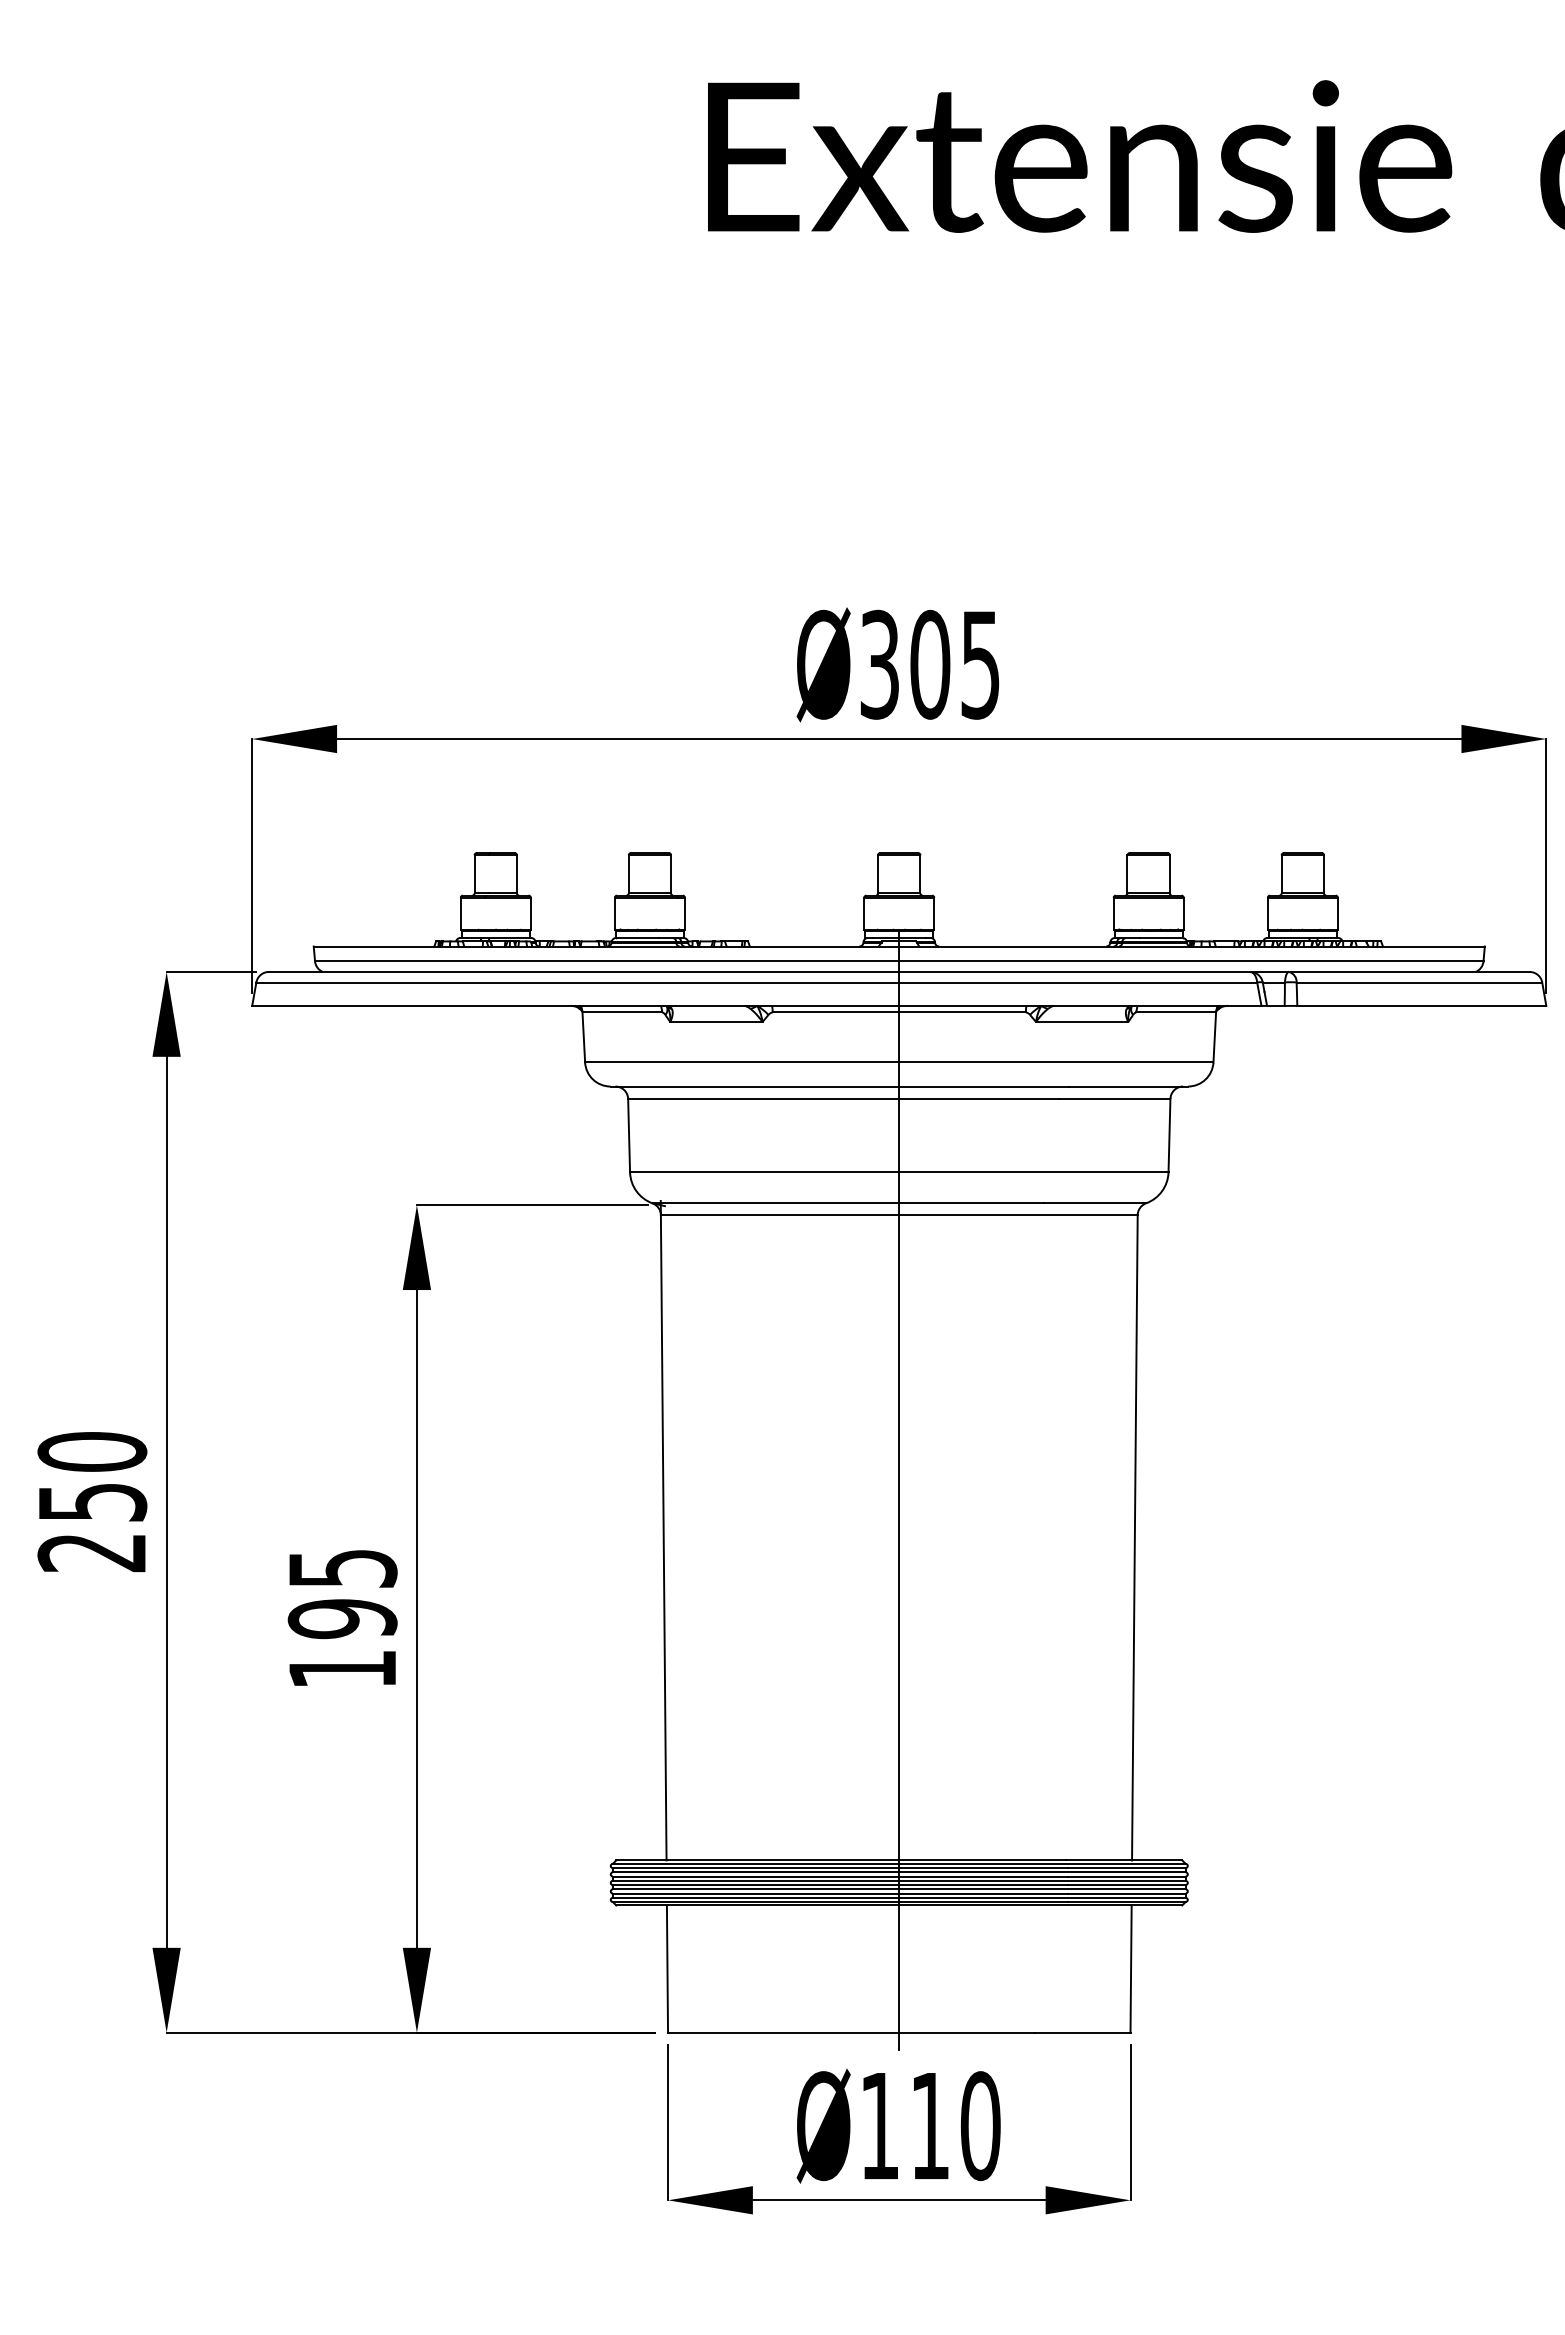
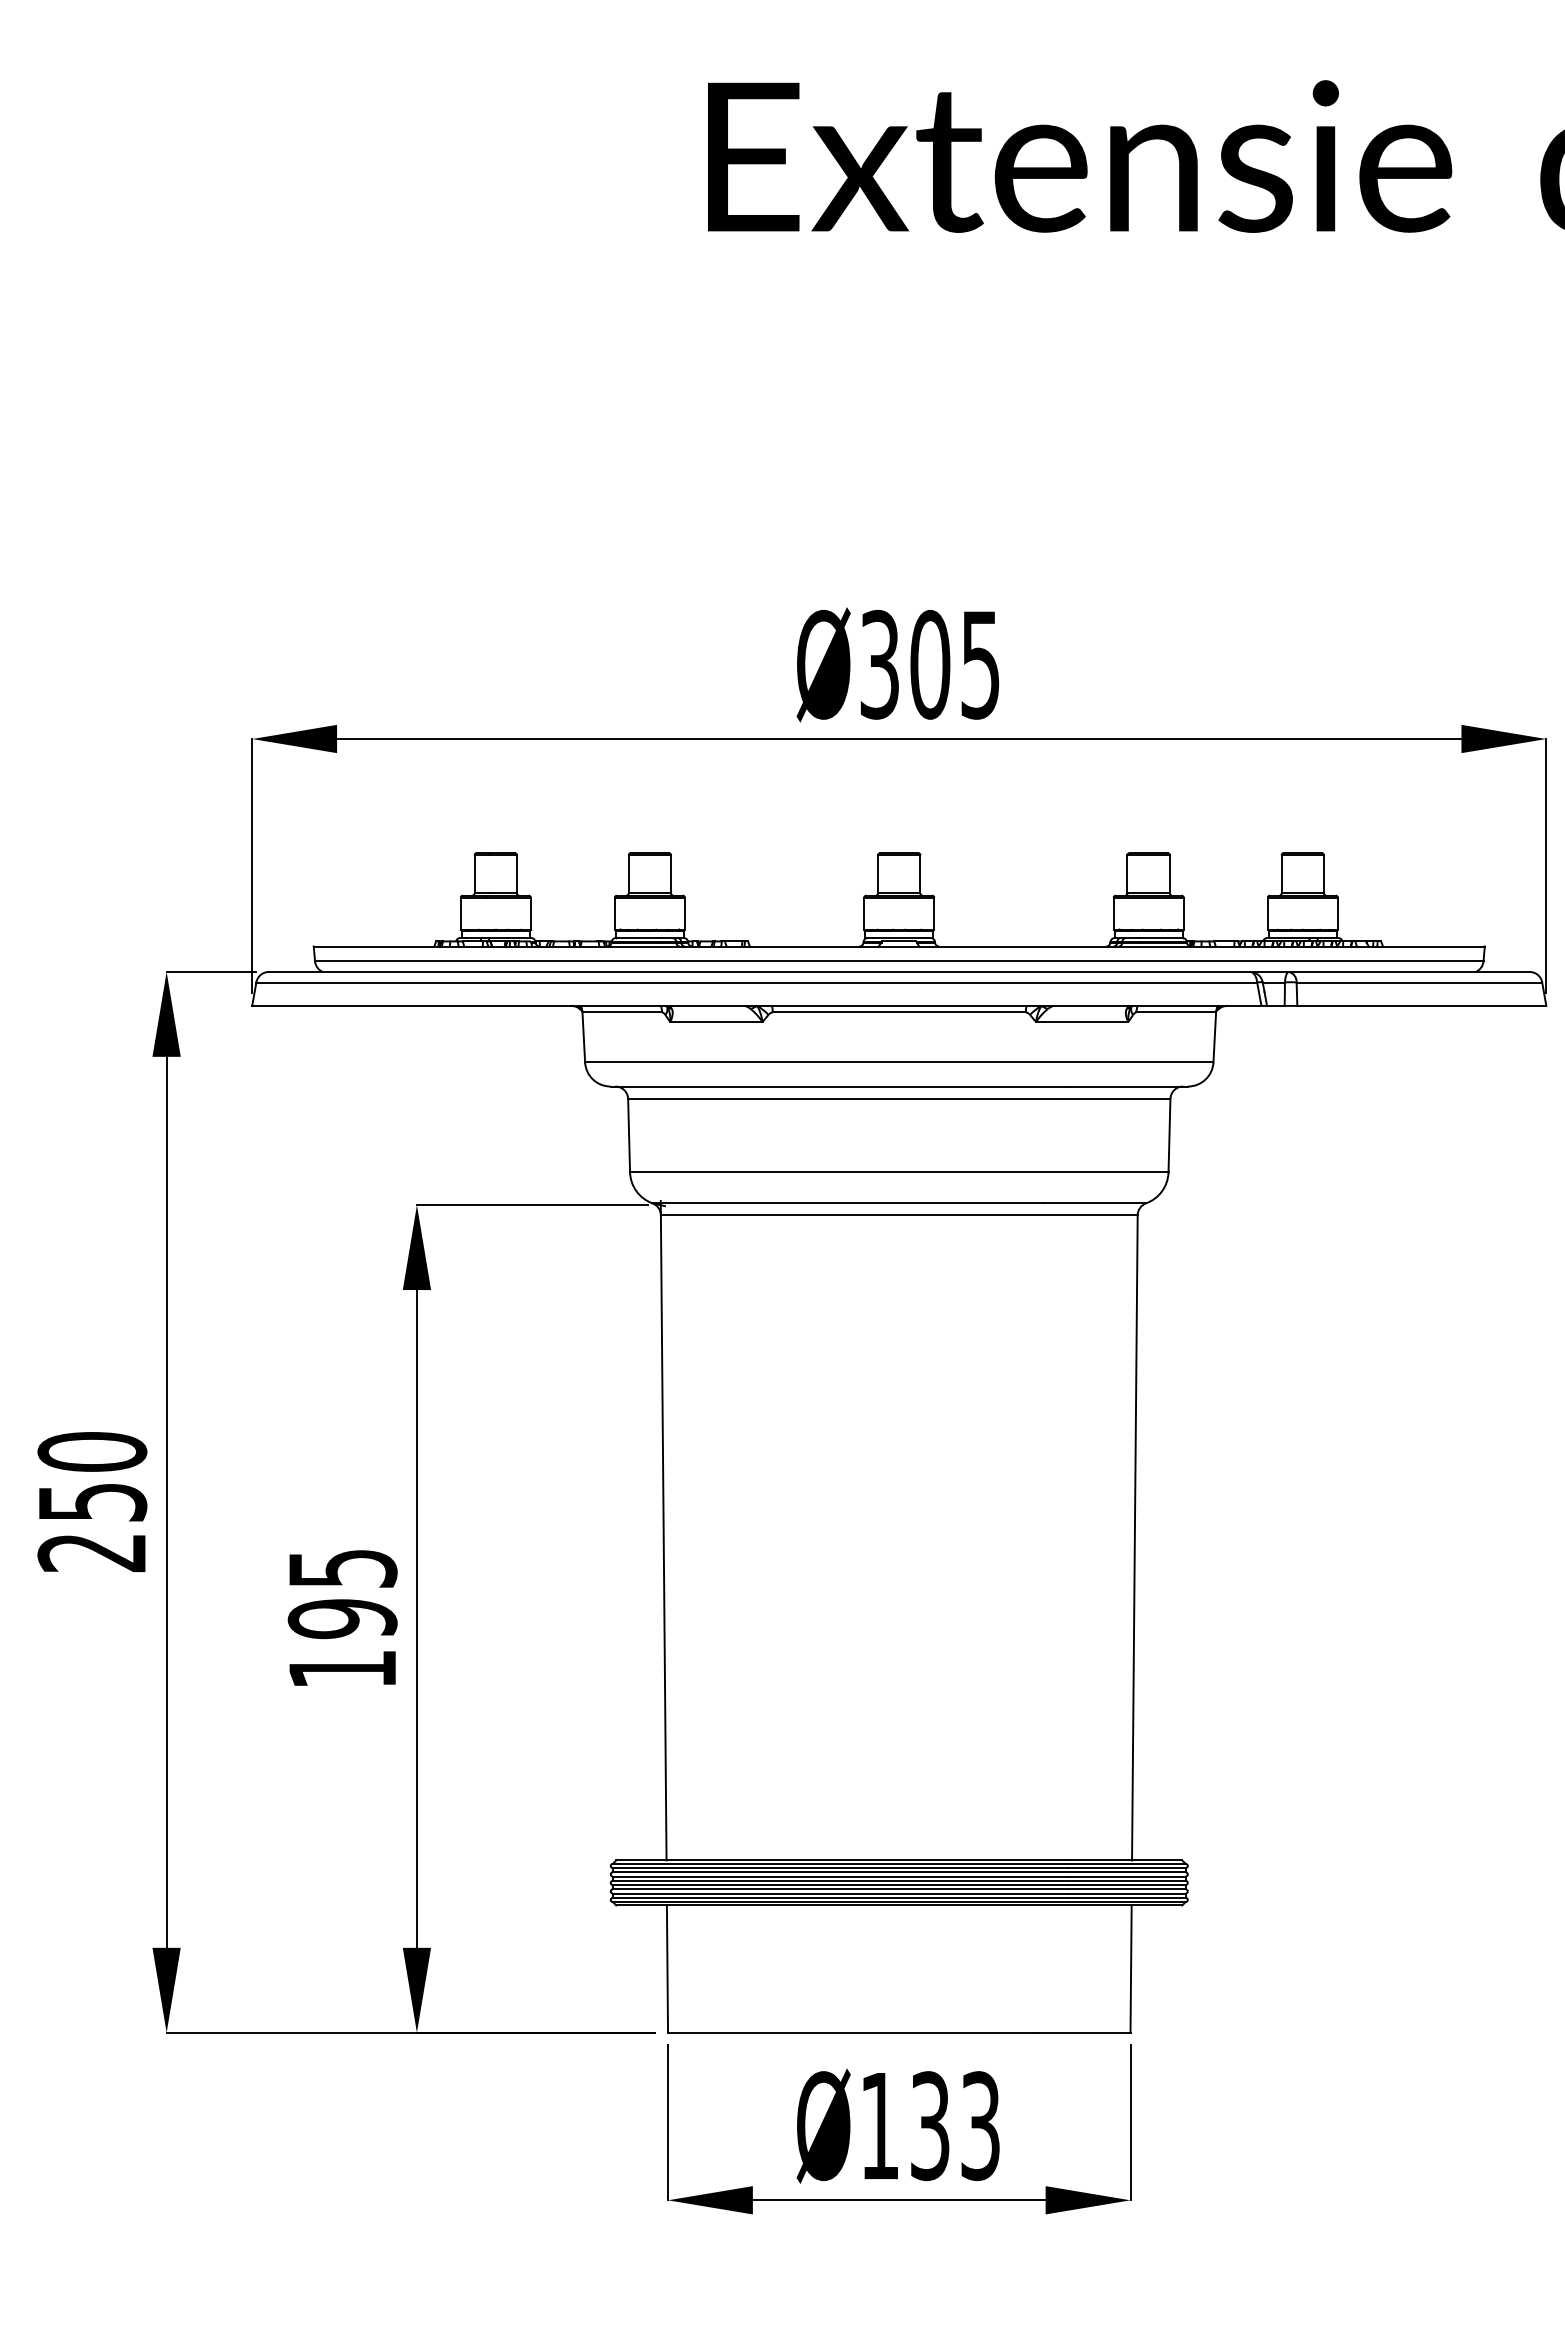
line at (899, 1489): present -> none
text at (955, 2126): Ø110 -> Ø133
